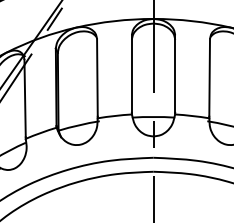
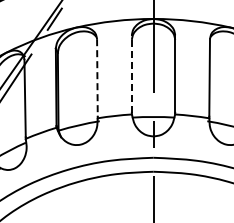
line at (131, 74): solid -> dashed
line at (97, 77): solid -> dashed
